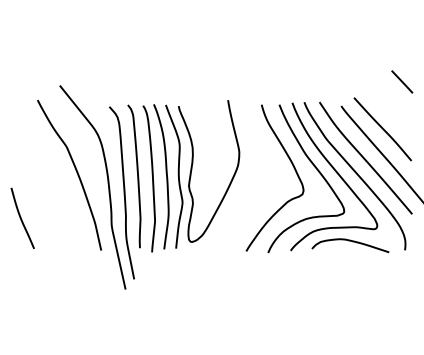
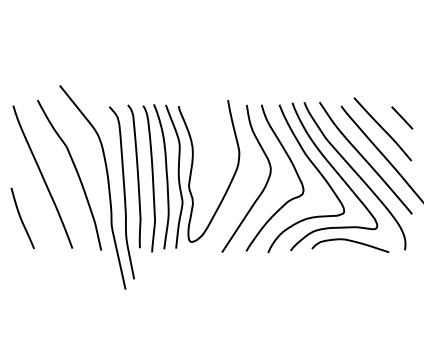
line at (402, 81) position: (402, 81) -> (402, 117)
curve at (42, 176): none -> present
curve at (263, 187): none -> present
